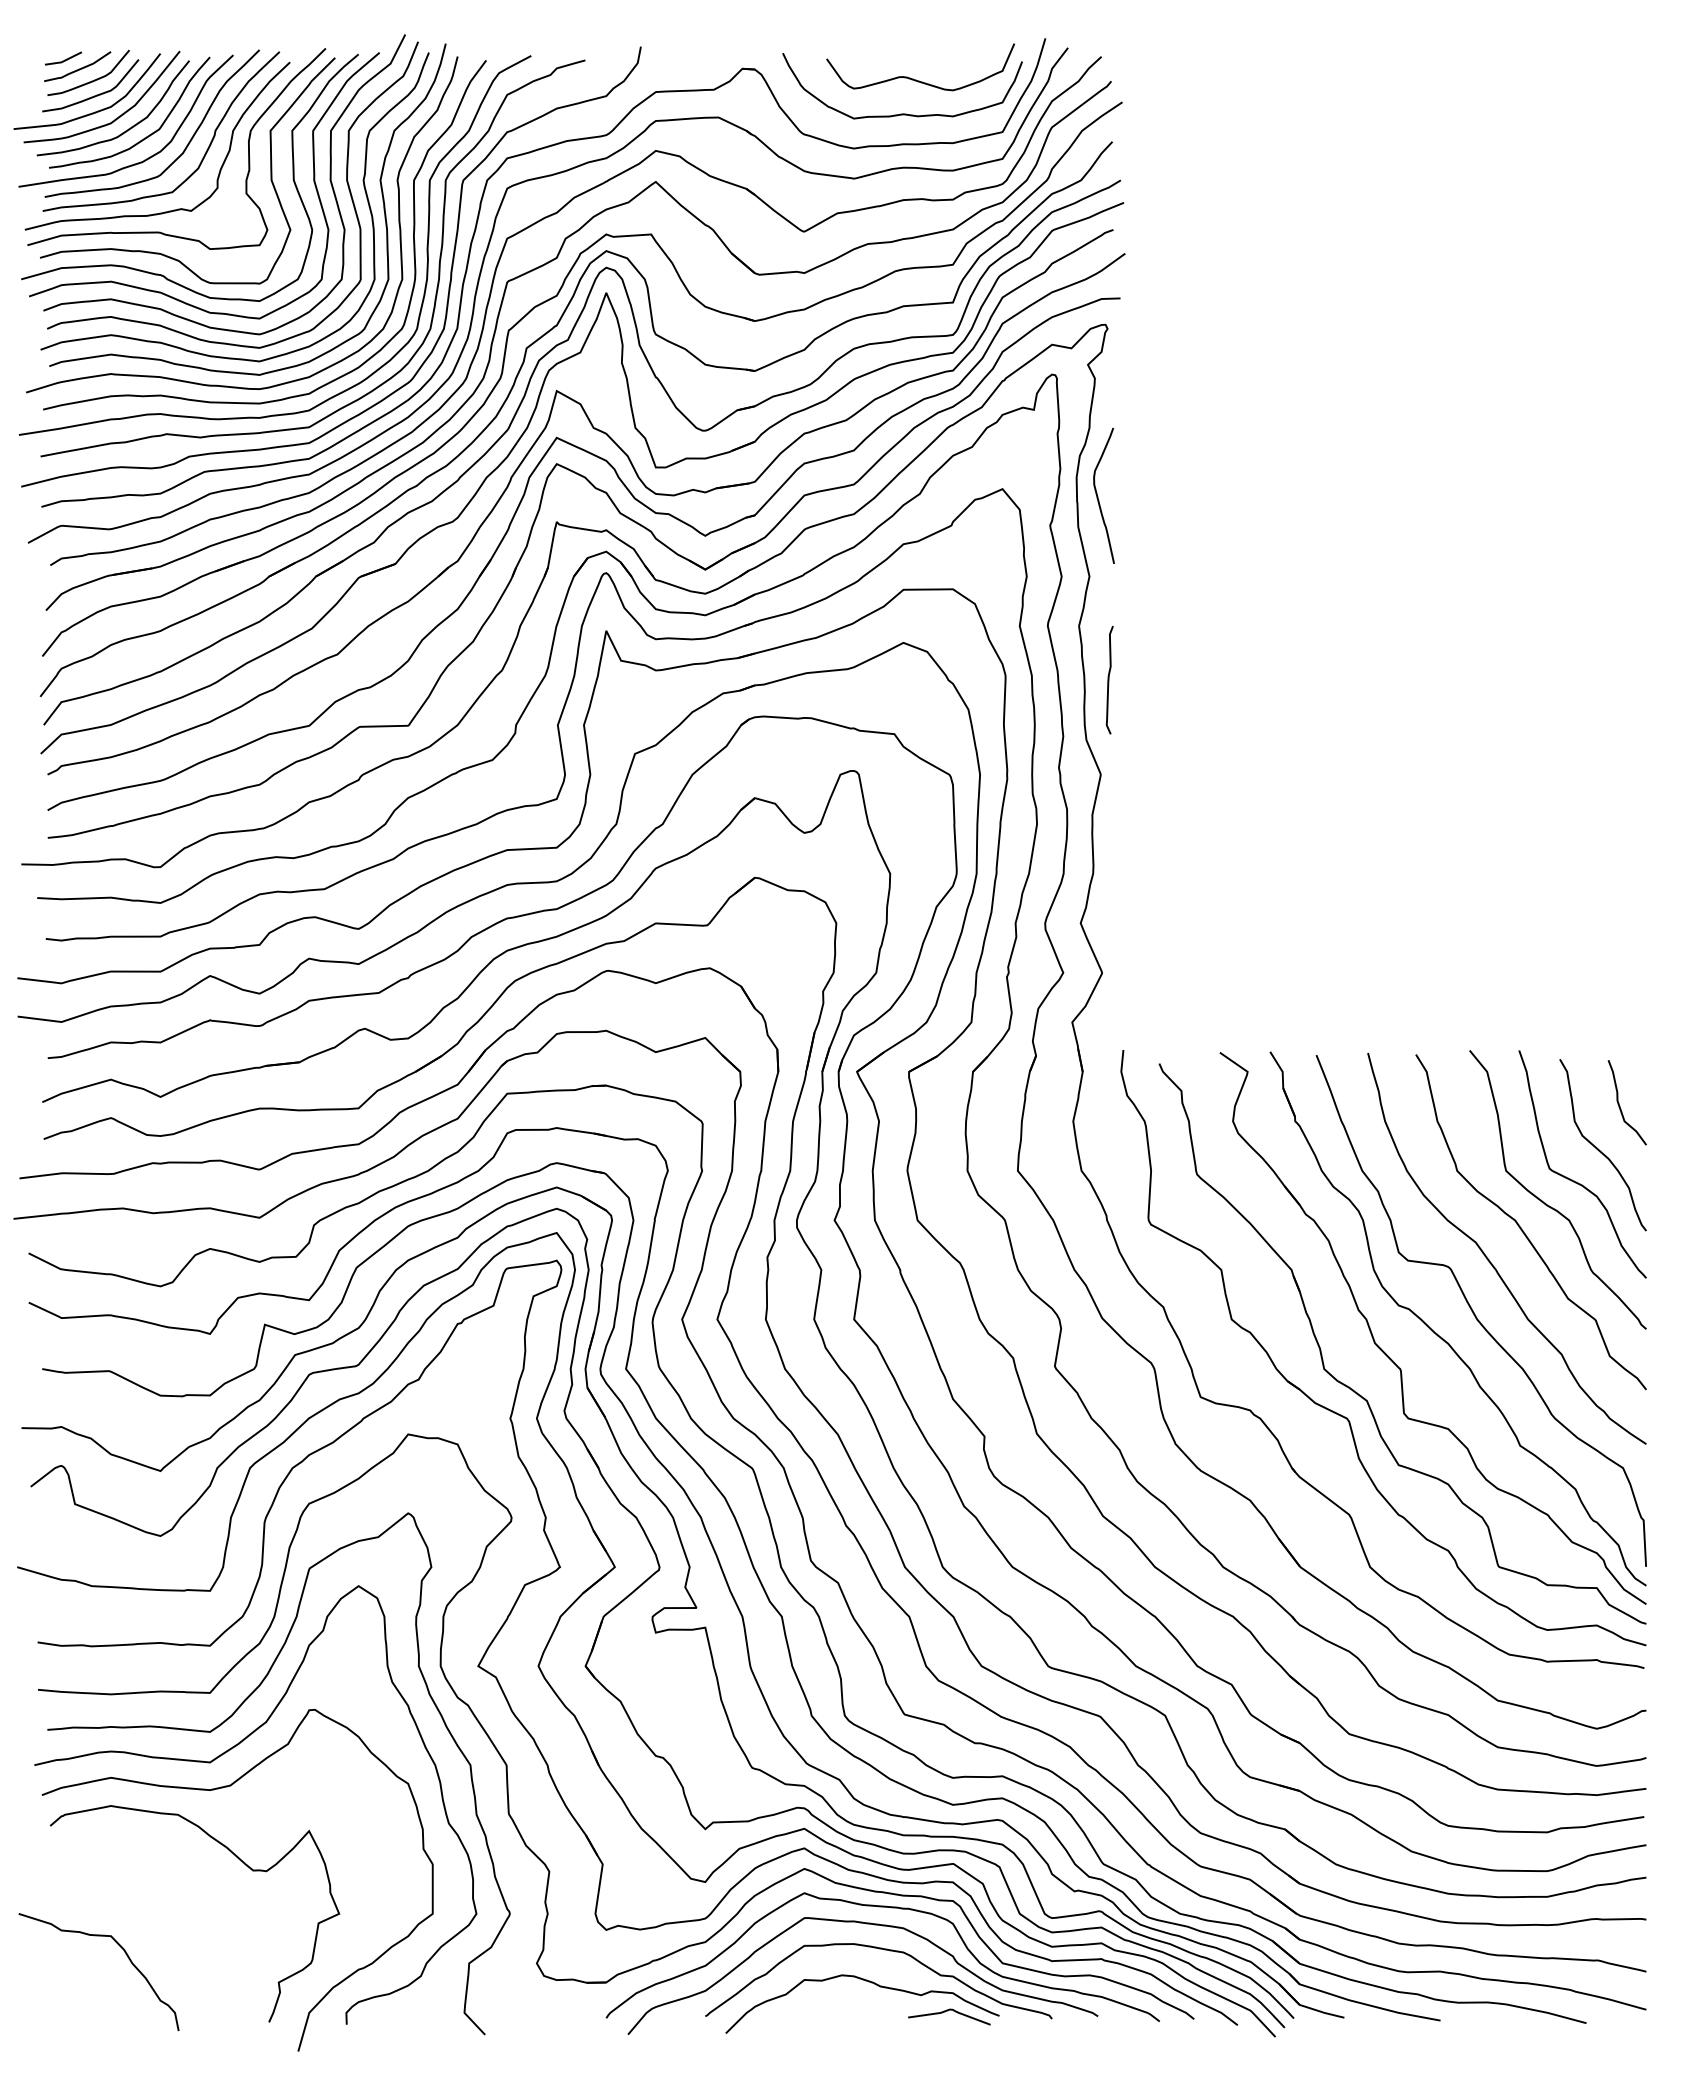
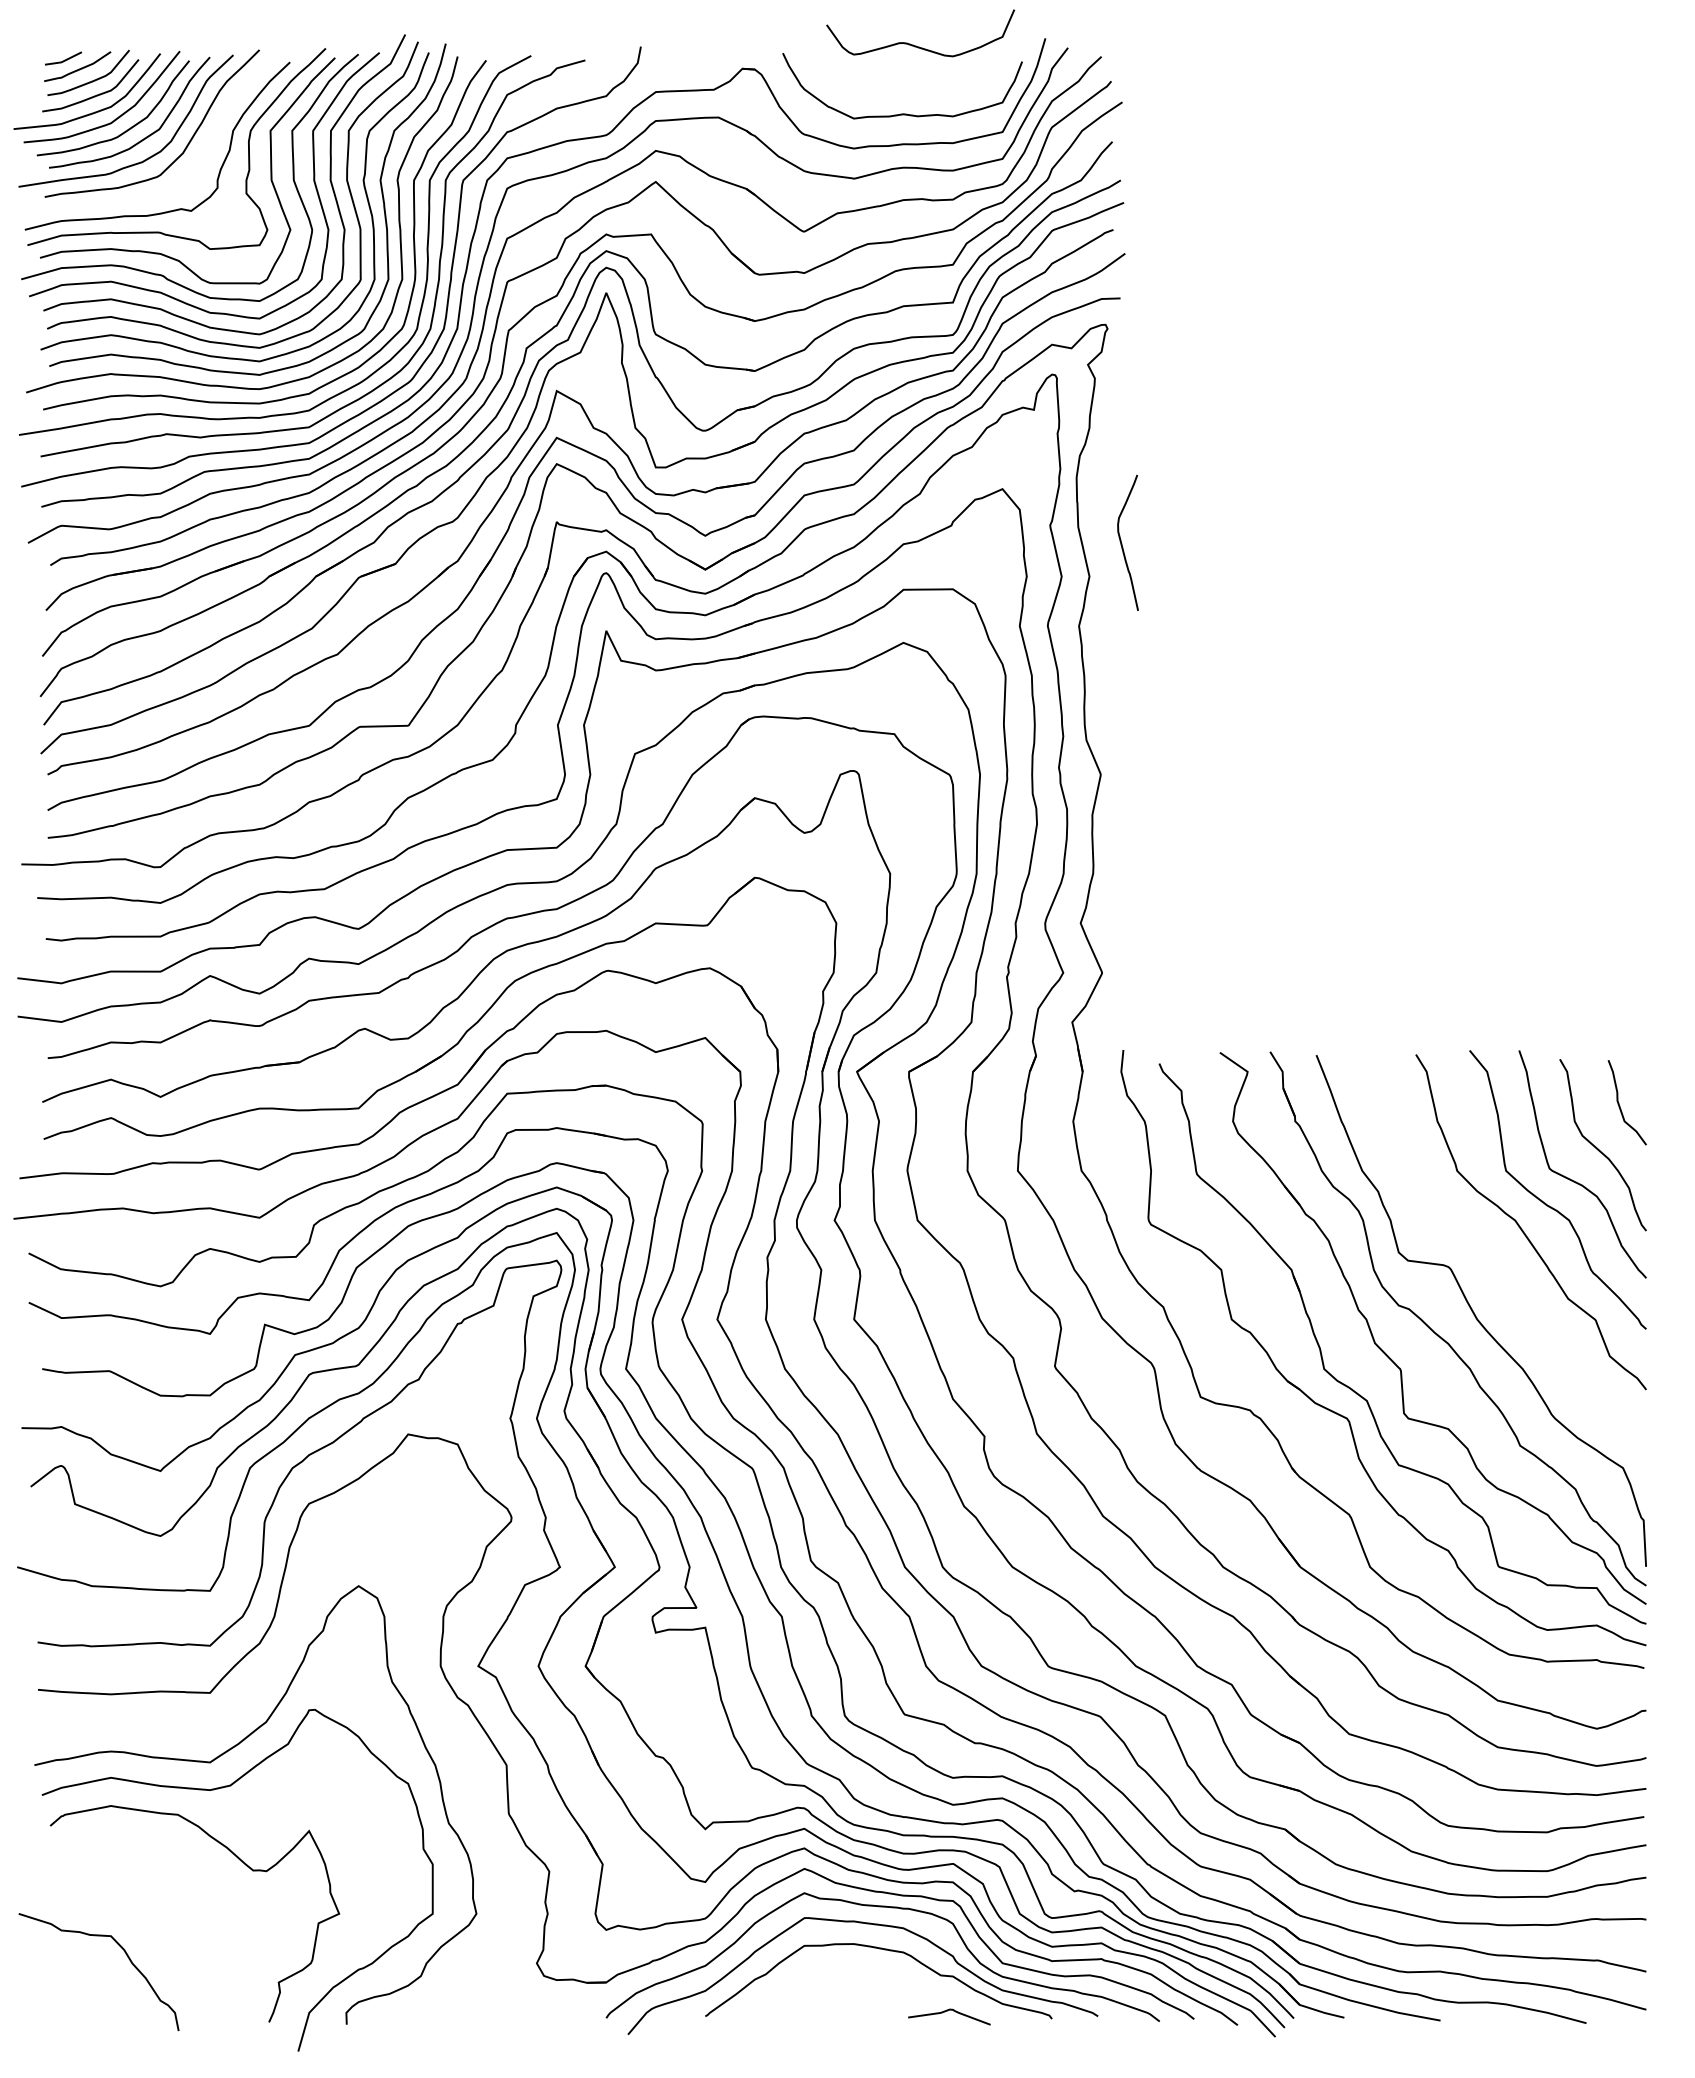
curve at (916, 79) position: (916, 79) -> (916, 45)
curve at (204, 153): present -> none
curve at (1098, 496) position: (1098, 496) -> (1122, 543)
curve at (1109, 680): present -> none
curve at (1489, 1259): present -> none
curve at (231, 1717): present -> none
curve at (868, 1982): present -> none
